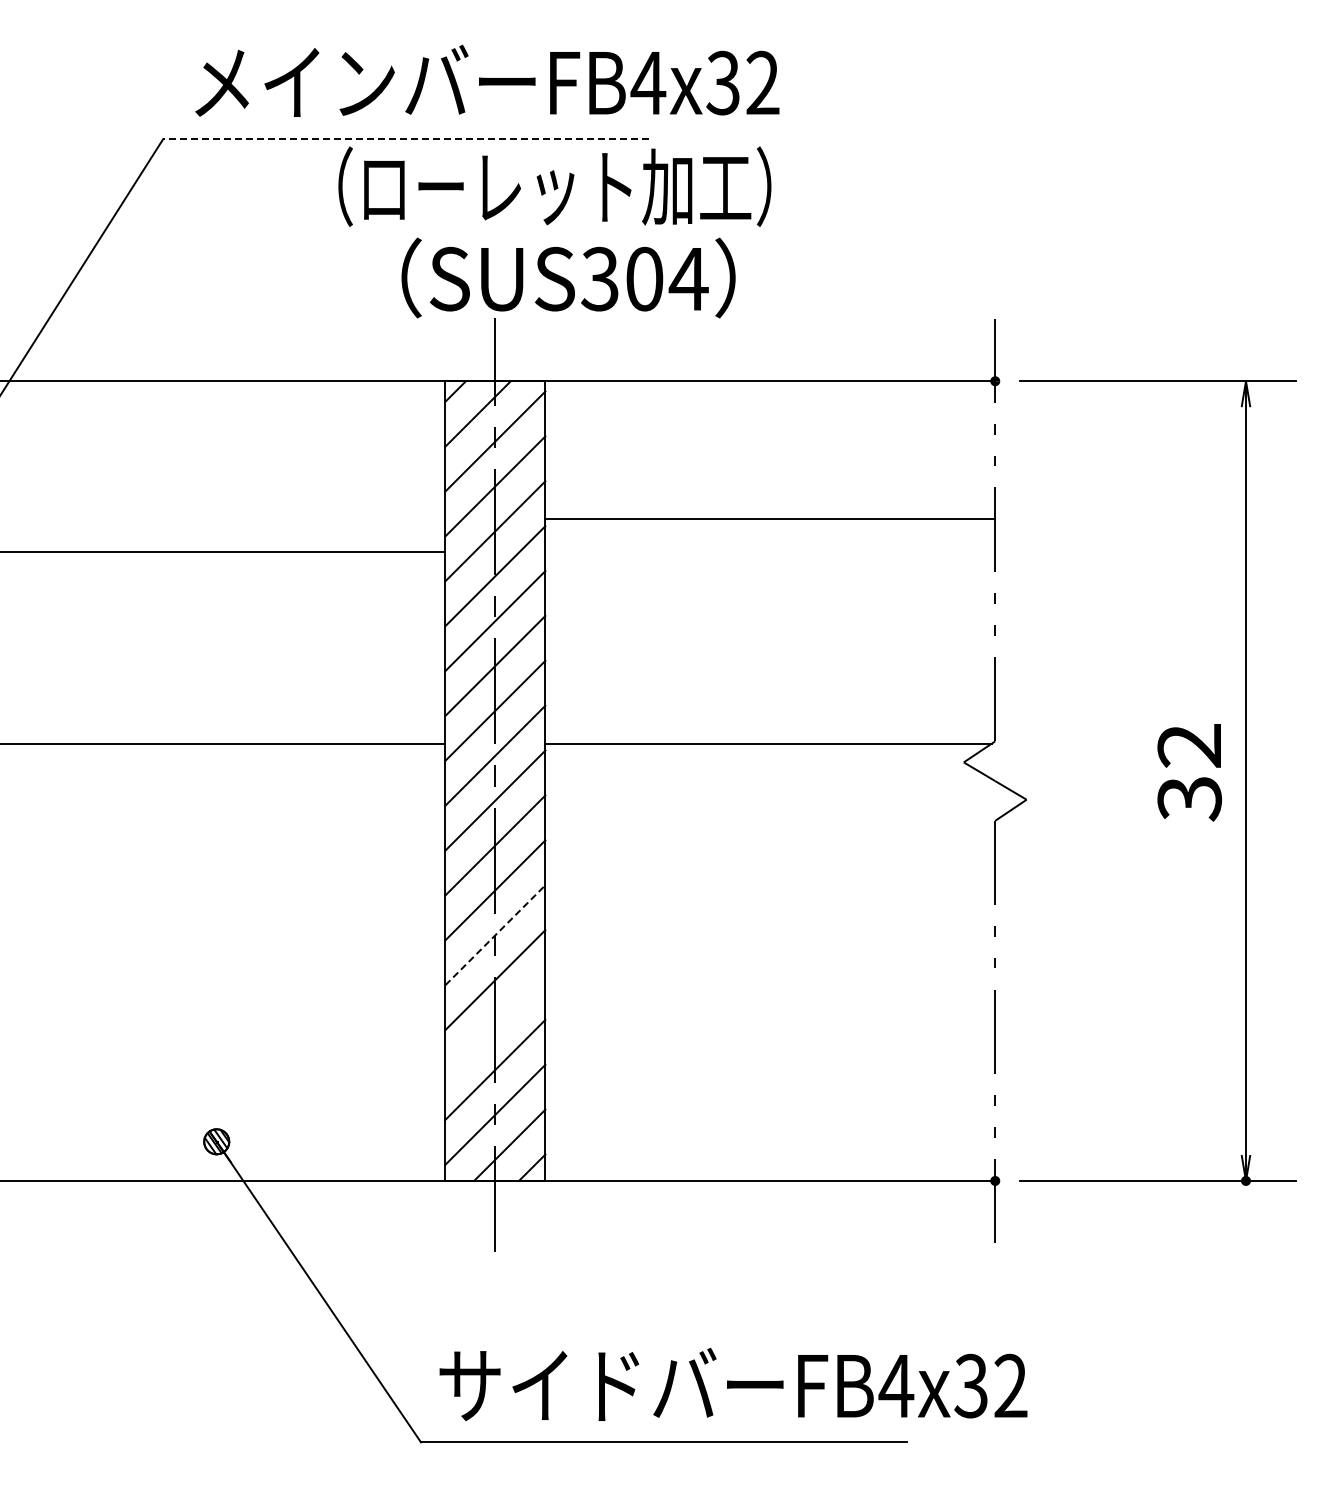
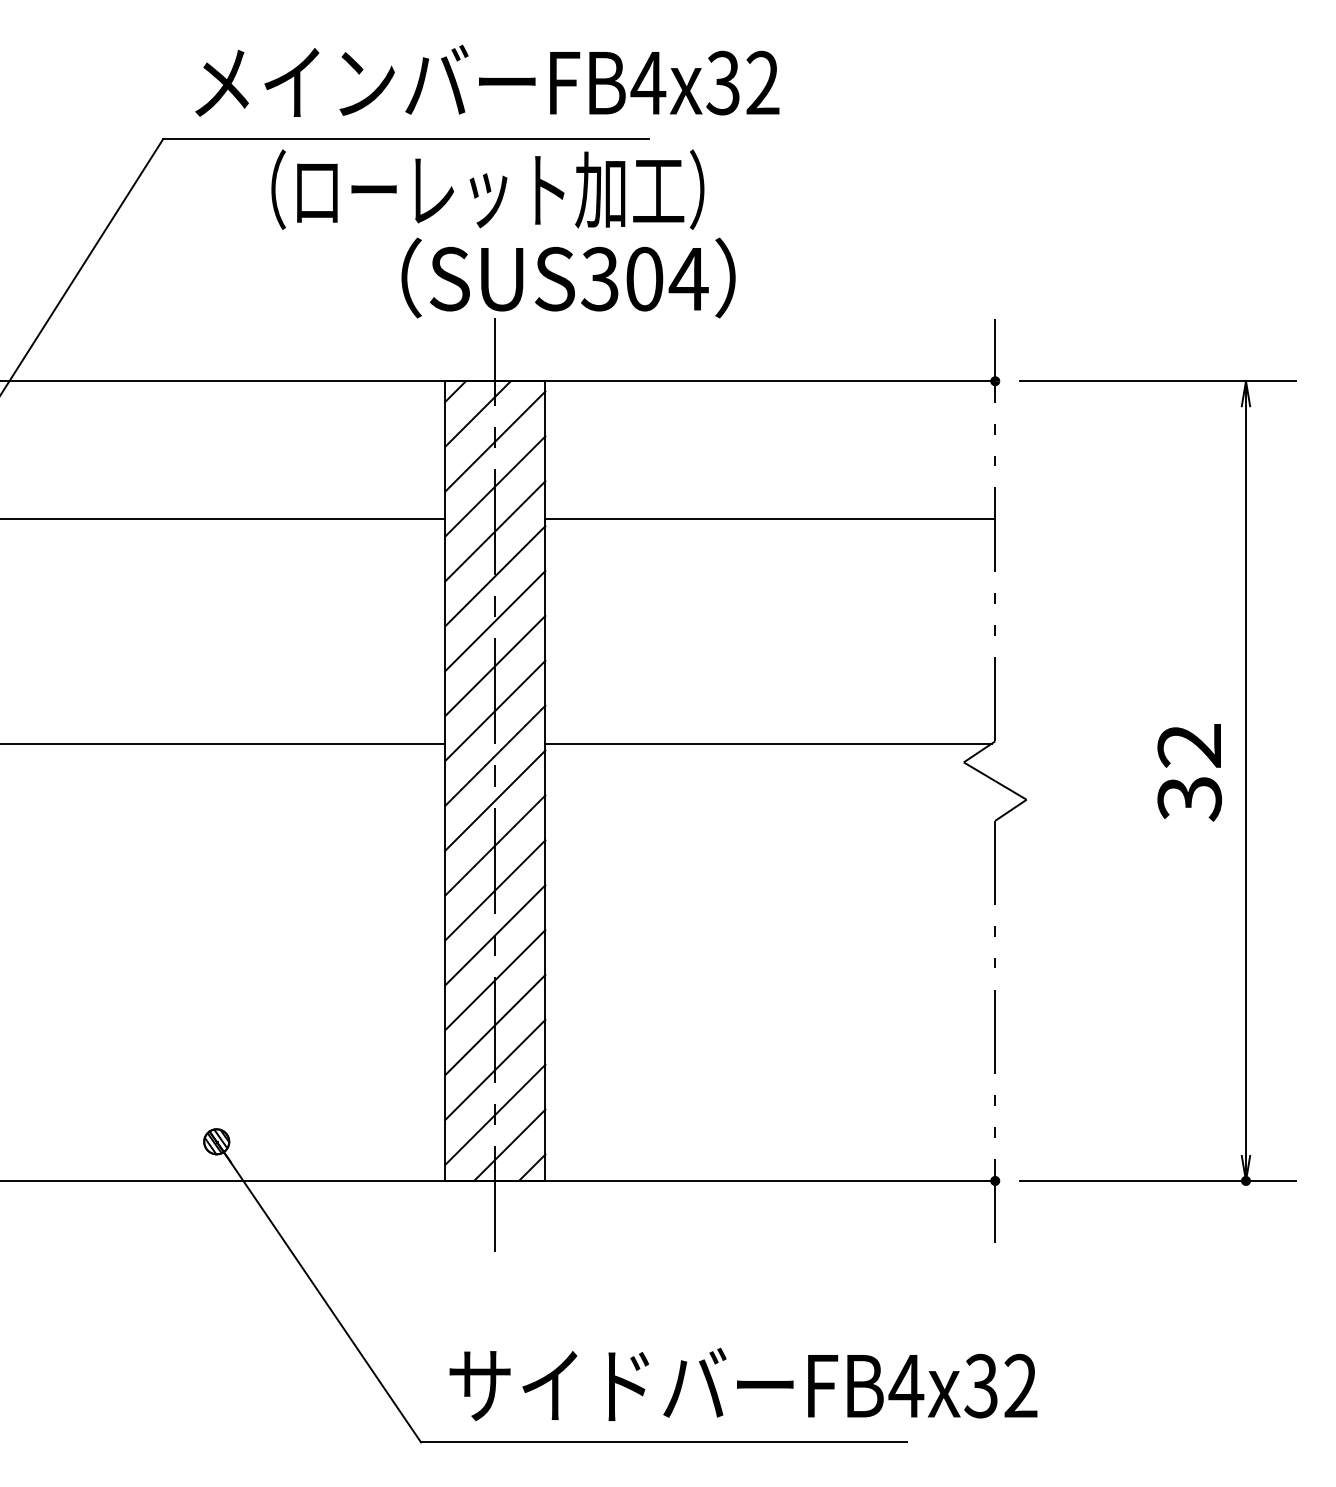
line at (405, 139): dashed -> solid
text at (554, 186) position: (554, 186) -> (487, 189)
line at (223, 551) position: (223, 551) -> (223, 518)
line at (495, 935): dashed -> solid
line at (495, 1024): none -> present
text at (733, 1383) position: (733, 1383) -> (743, 1383)
